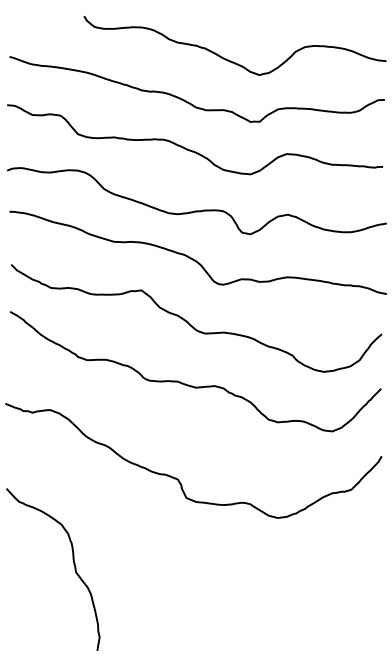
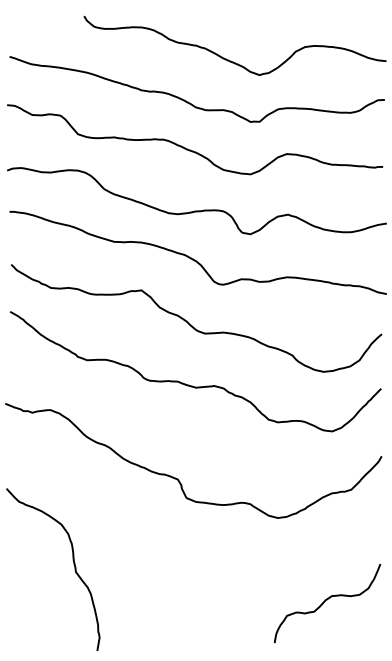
curve at (325, 601): none -> present
